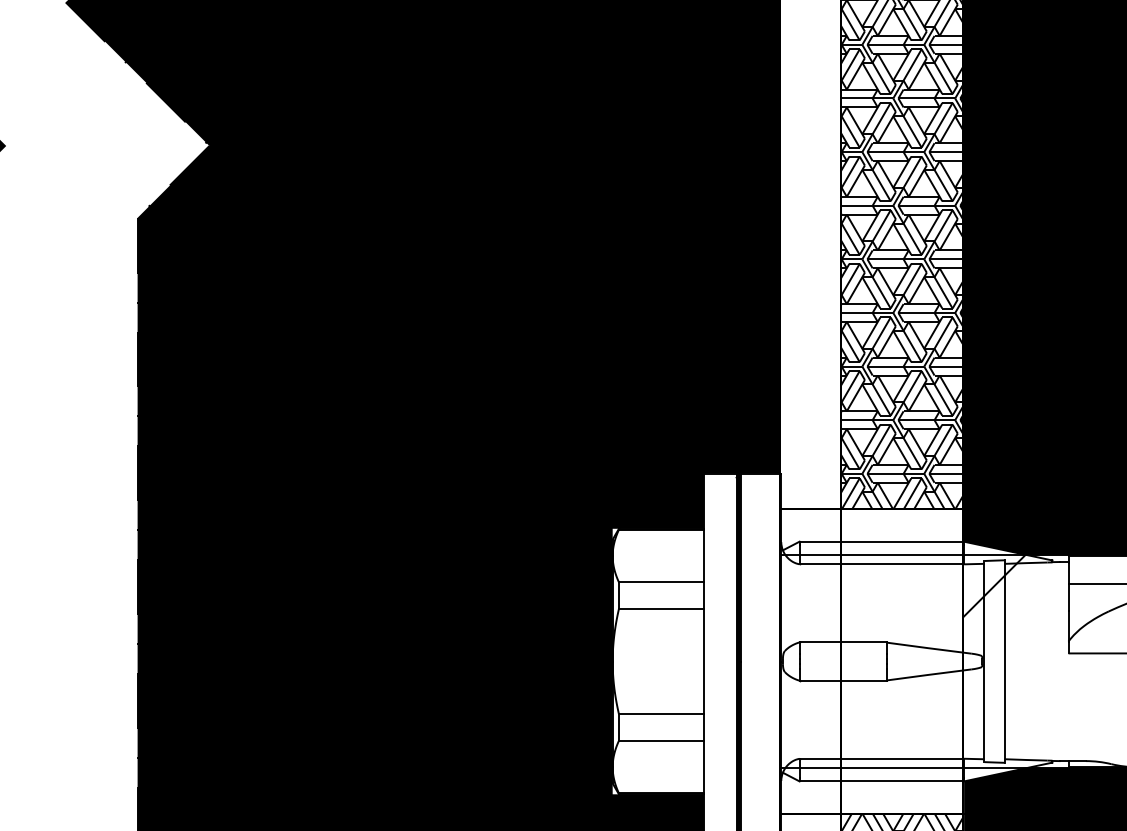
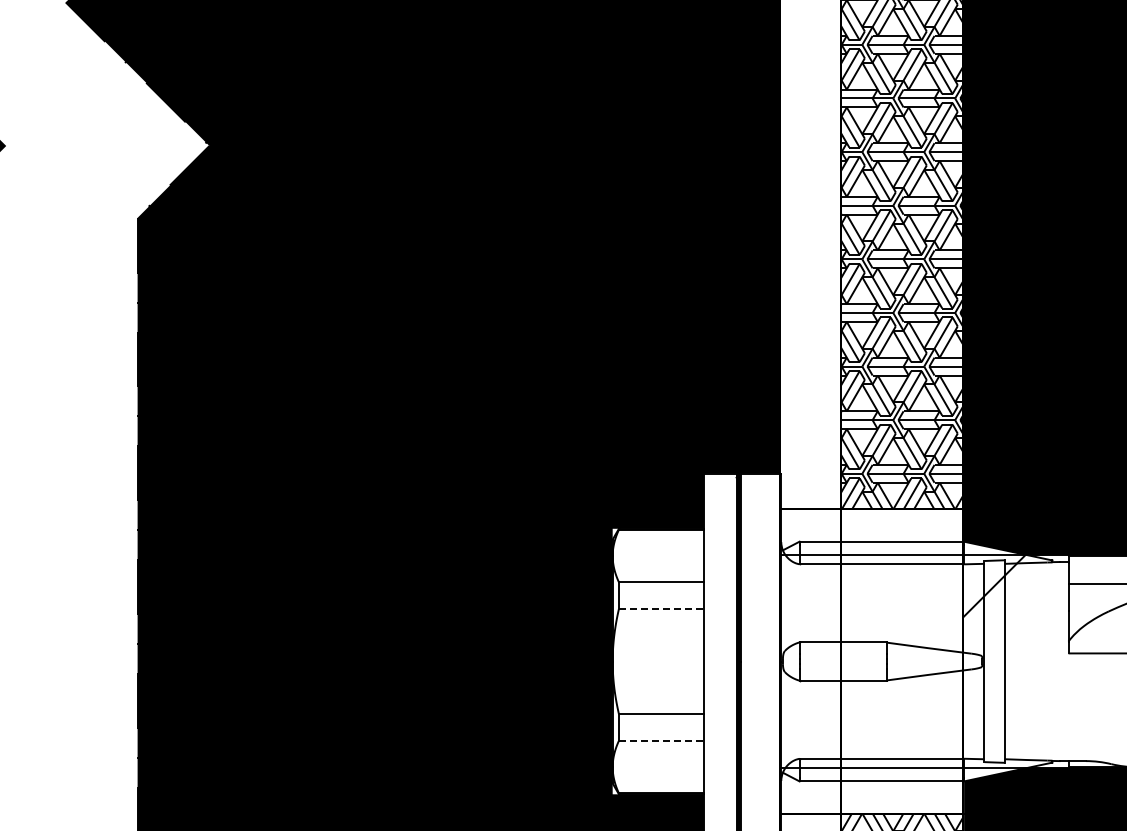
line at (661, 608): solid -> dashed
line at (661, 740): solid -> dashed
